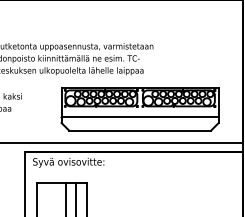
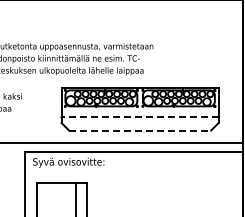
line at (140, 116): solid -> dashed
line at (140, 130): solid -> dashed
line at (65, 198): present -> none
